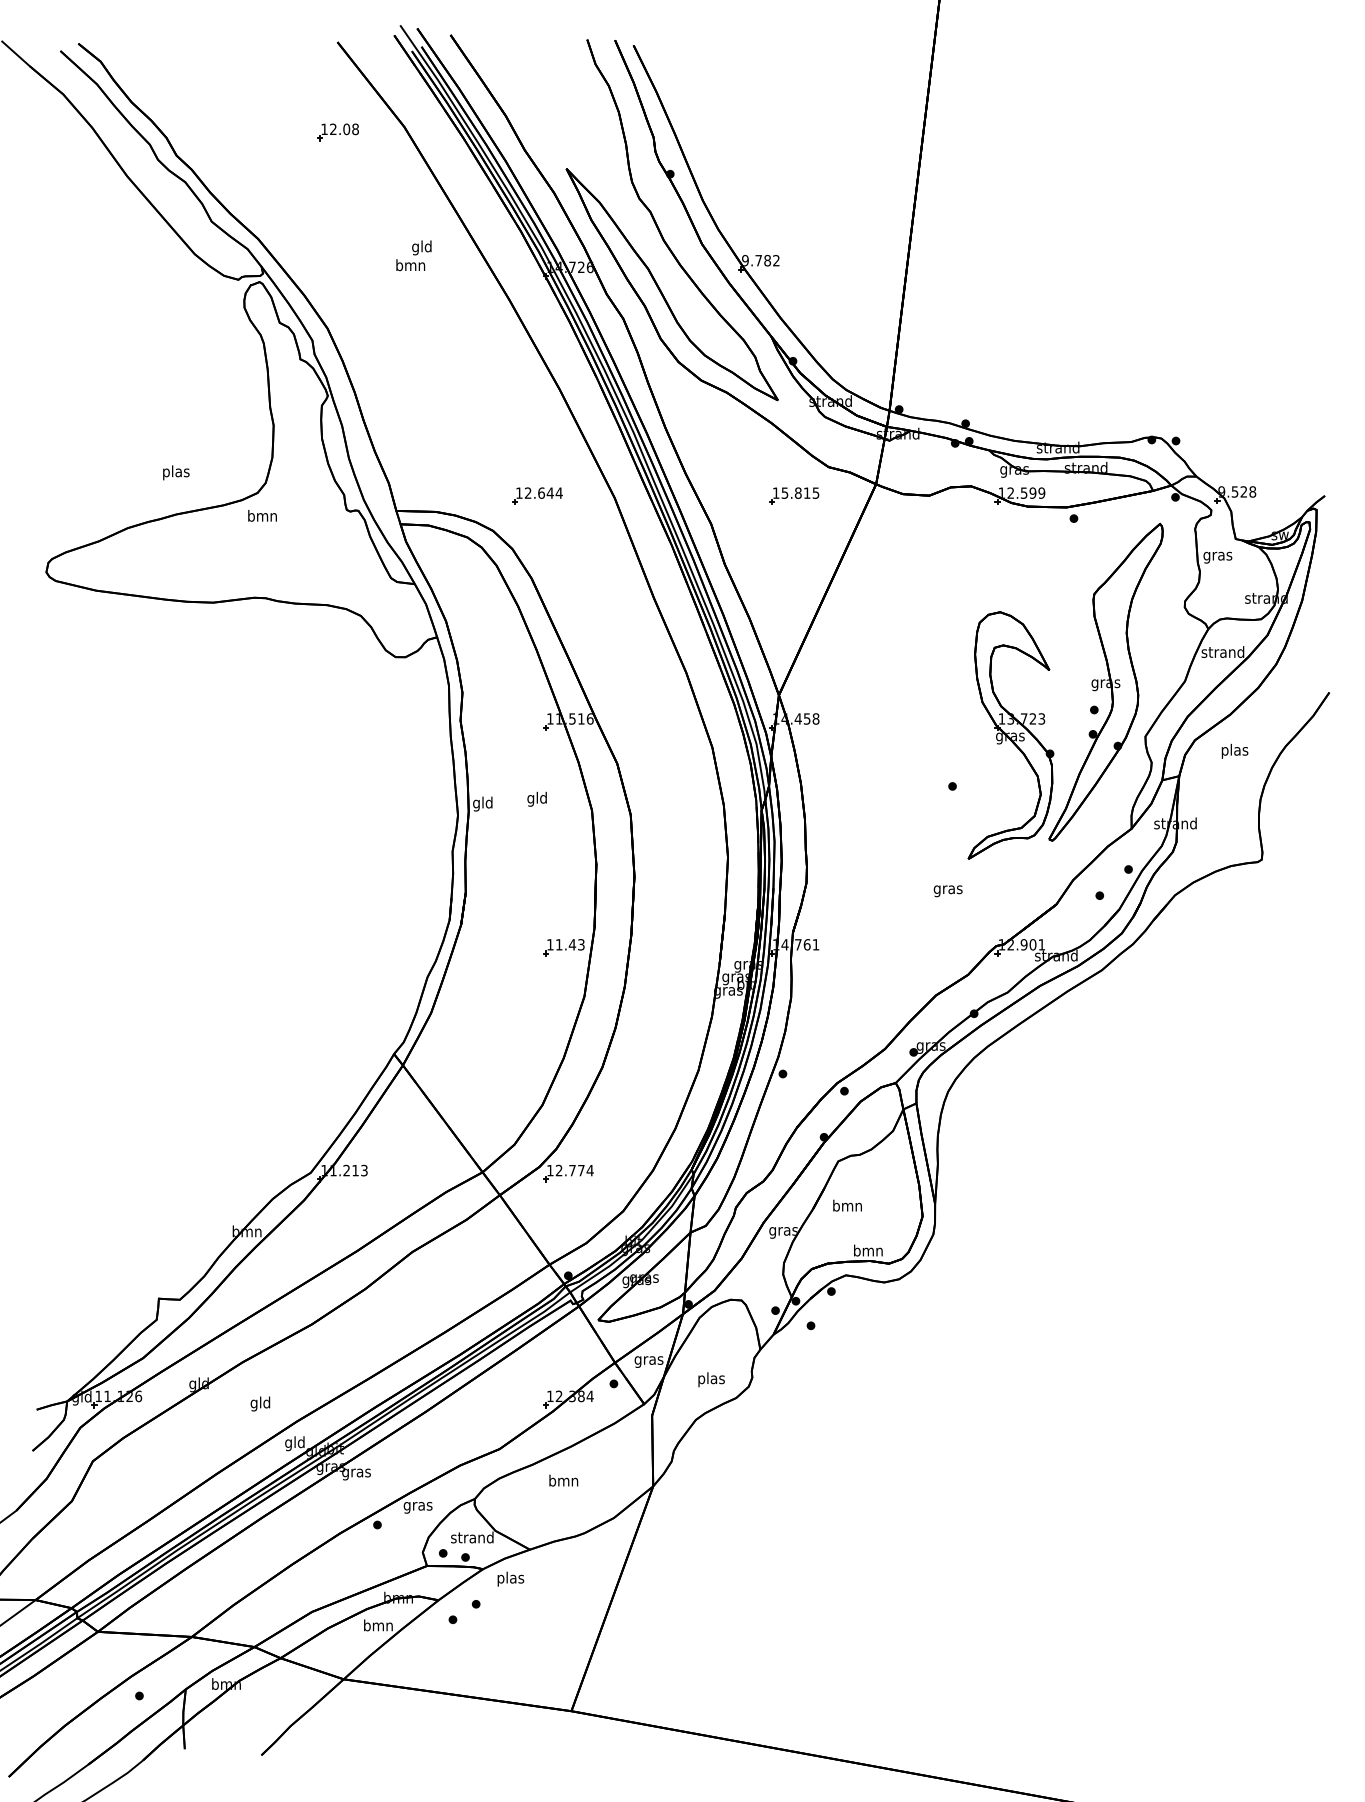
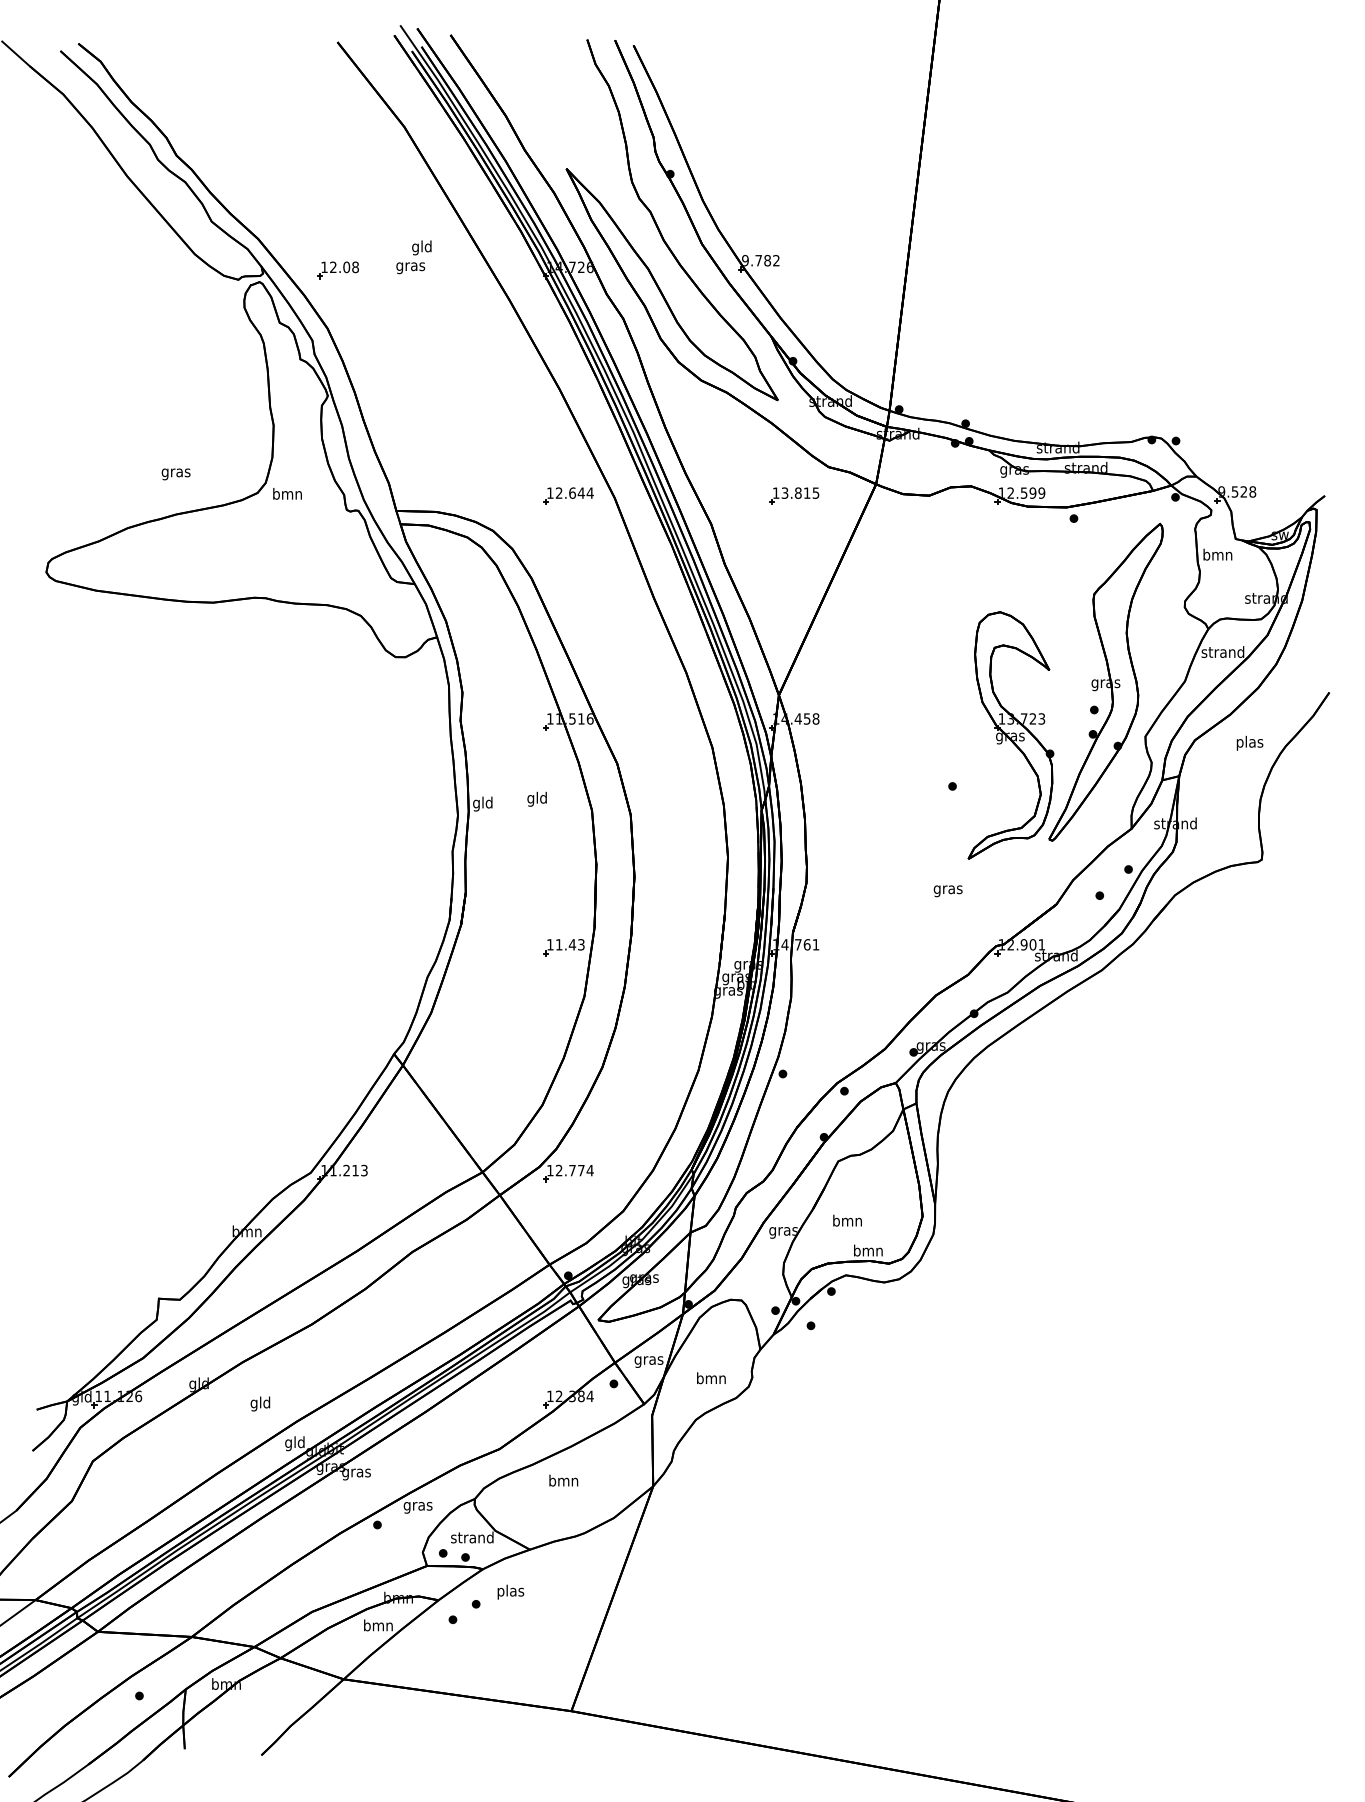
part at (337, 132) position: (337, 132) -> (337, 270)
text at (410, 266): bmn -> gras
text at (175, 472): plas -> gras
text at (785, 492): 15.815 -> 13.815
part at (537, 495) position: (537, 495) -> (568, 495)
text at (262, 515) position: (262, 515) -> (287, 493)
text at (1217, 555): gras -> bmn
text at (1234, 750) position: (1234, 750) -> (1249, 742)
text at (847, 1205) position: (847, 1205) -> (847, 1220)
text at (711, 1379): plas -> bmn
text at (510, 1578) position: (510, 1578) -> (510, 1591)
